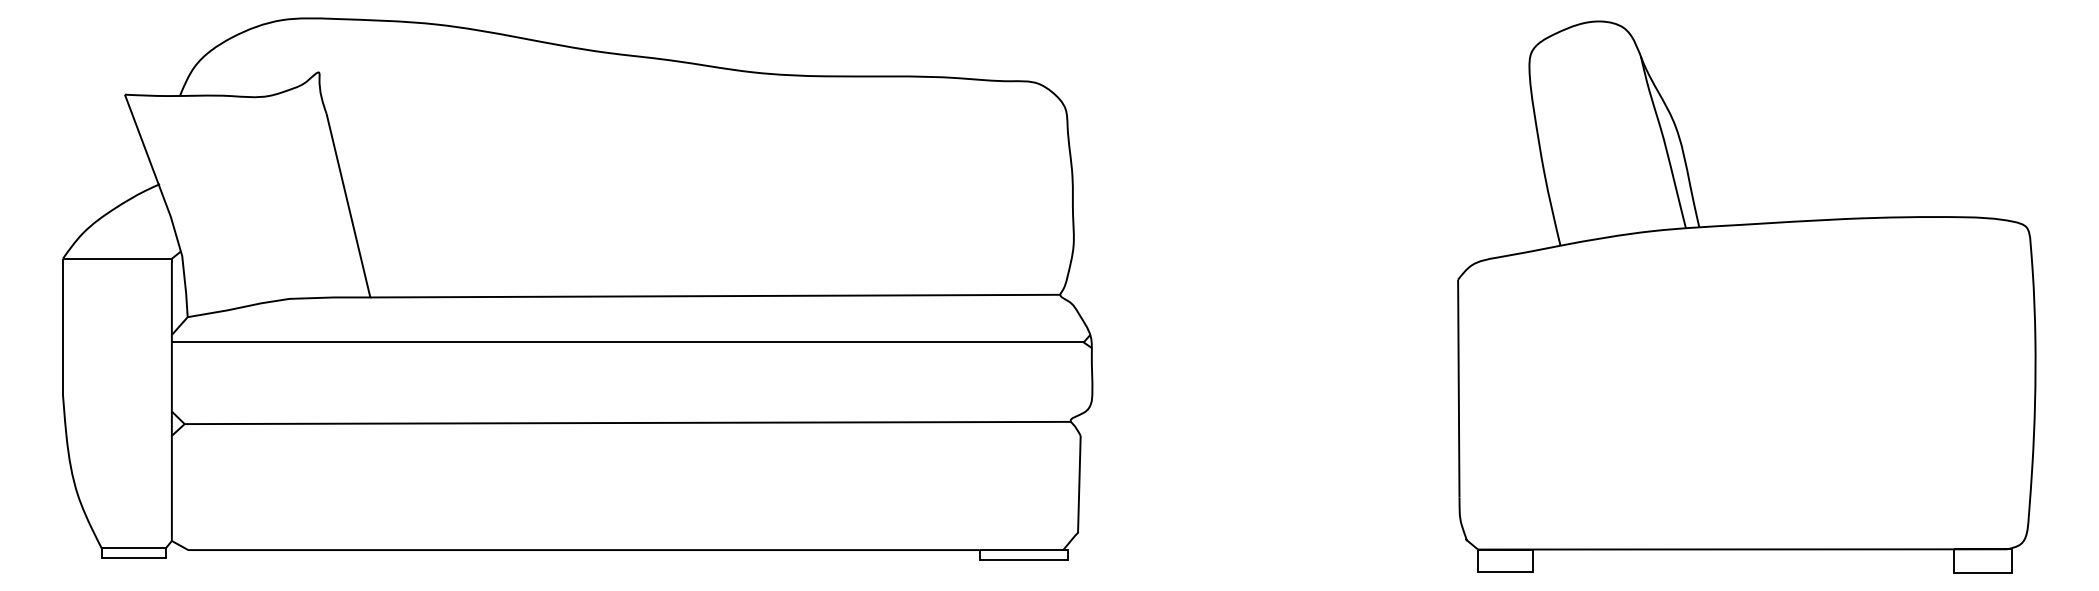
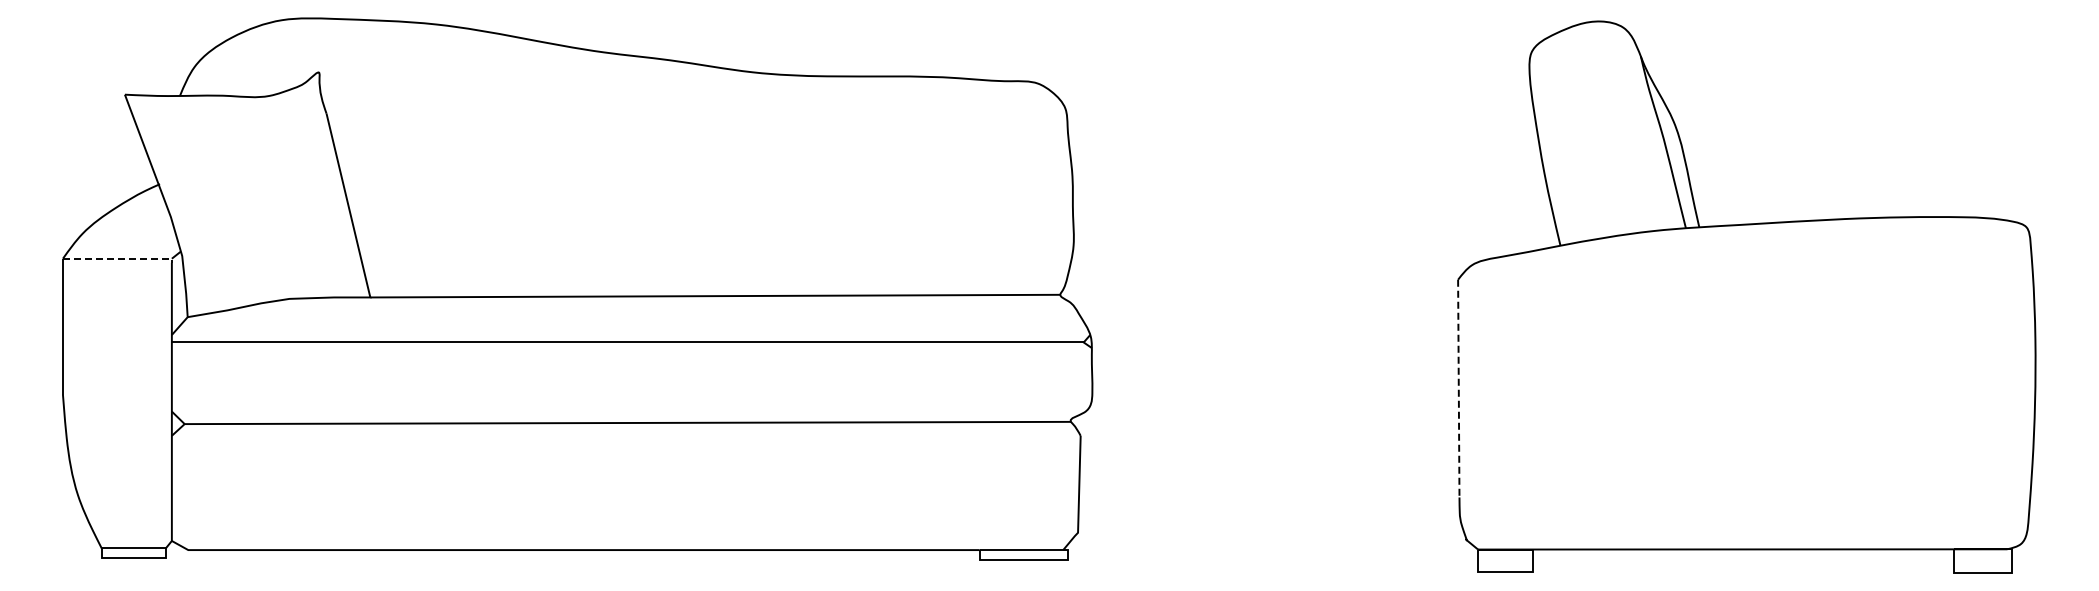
line at (120, 258): solid -> dashed
line at (1458, 388): solid -> dashed
